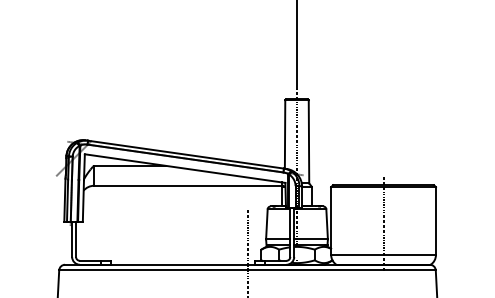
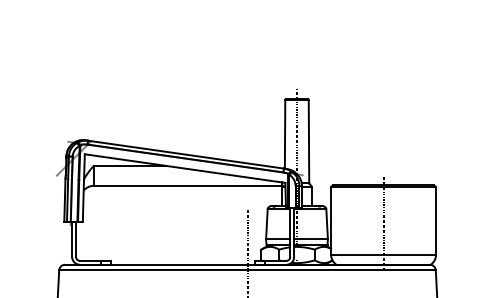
line at (297, 45): present -> none
